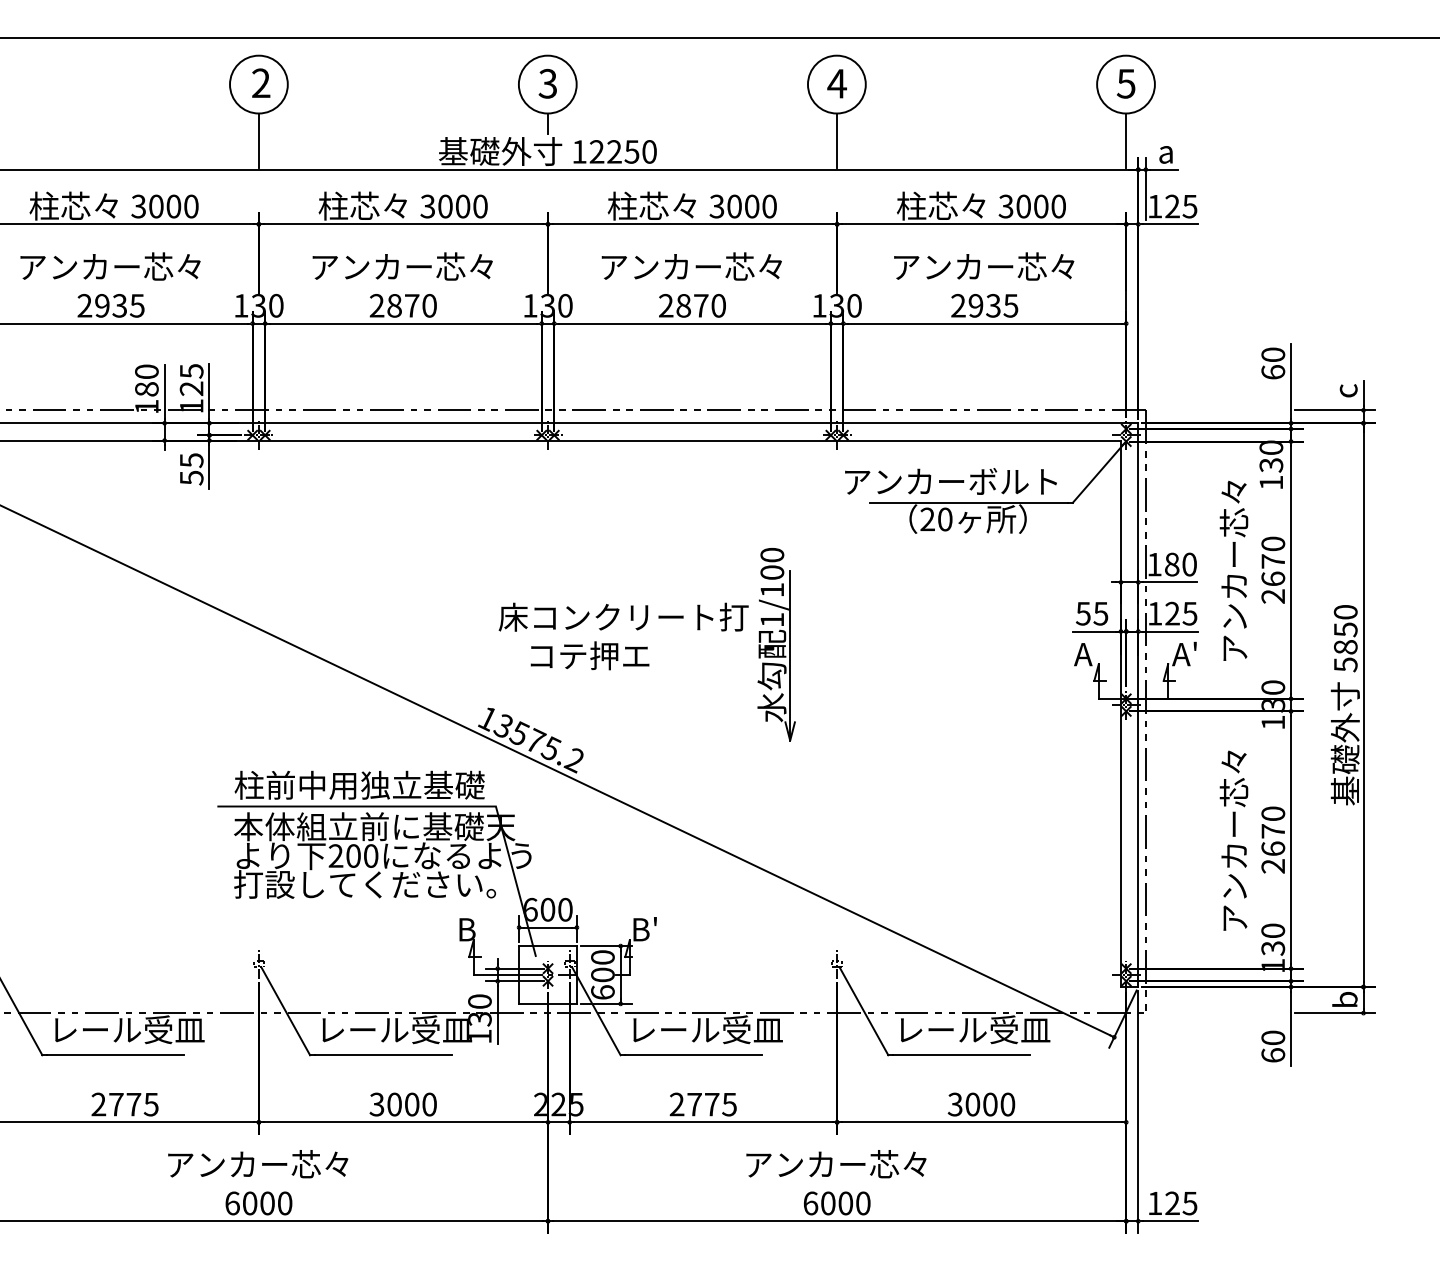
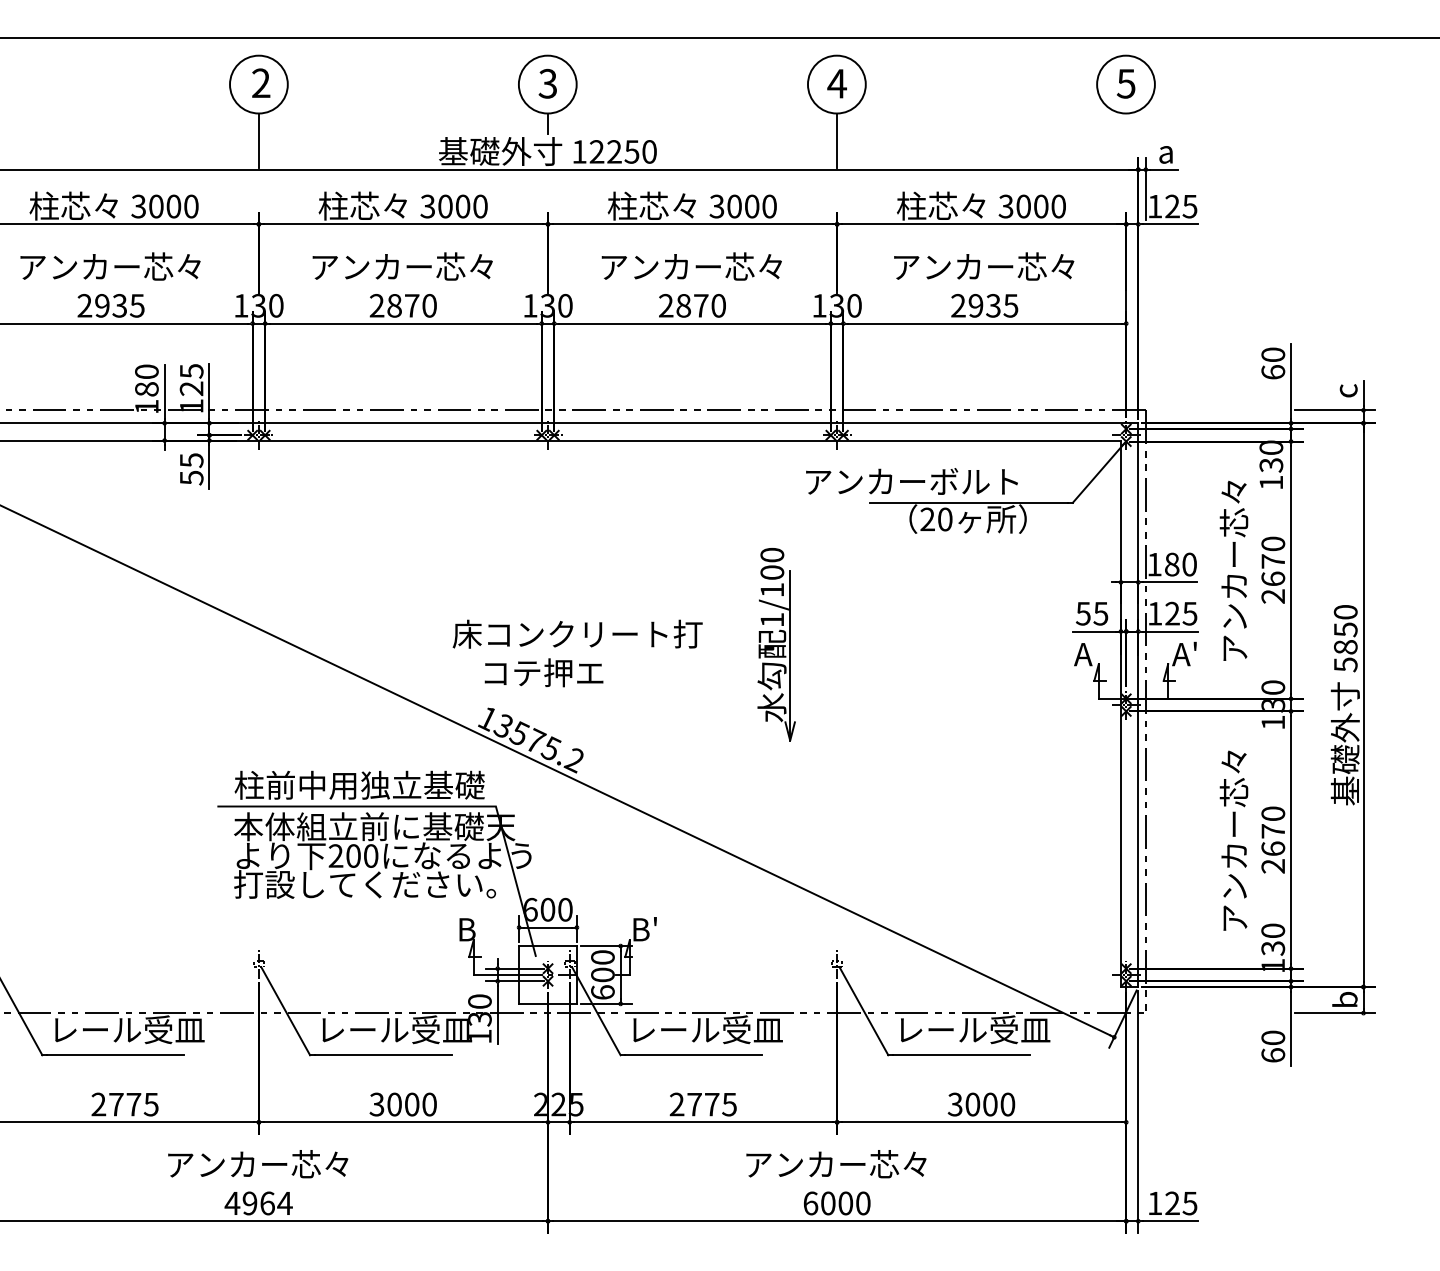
line at (1126, 140): present -> none
text at (950, 481) position: (950, 481) -> (911, 481)
text at (623, 636) position: (623, 636) -> (577, 653)
text at (258, 1203): 6000 -> 4964
